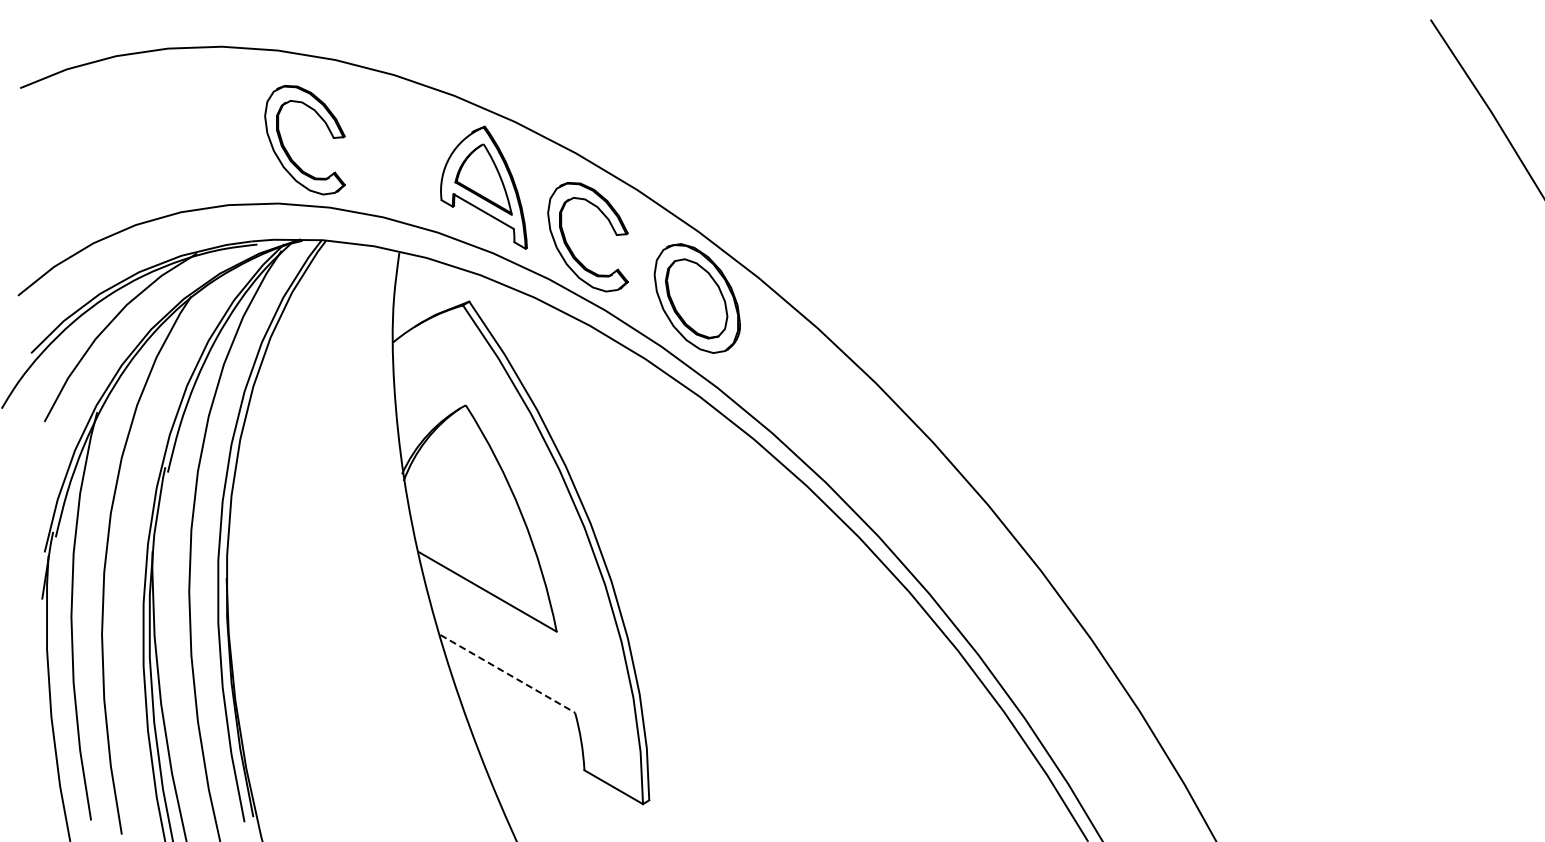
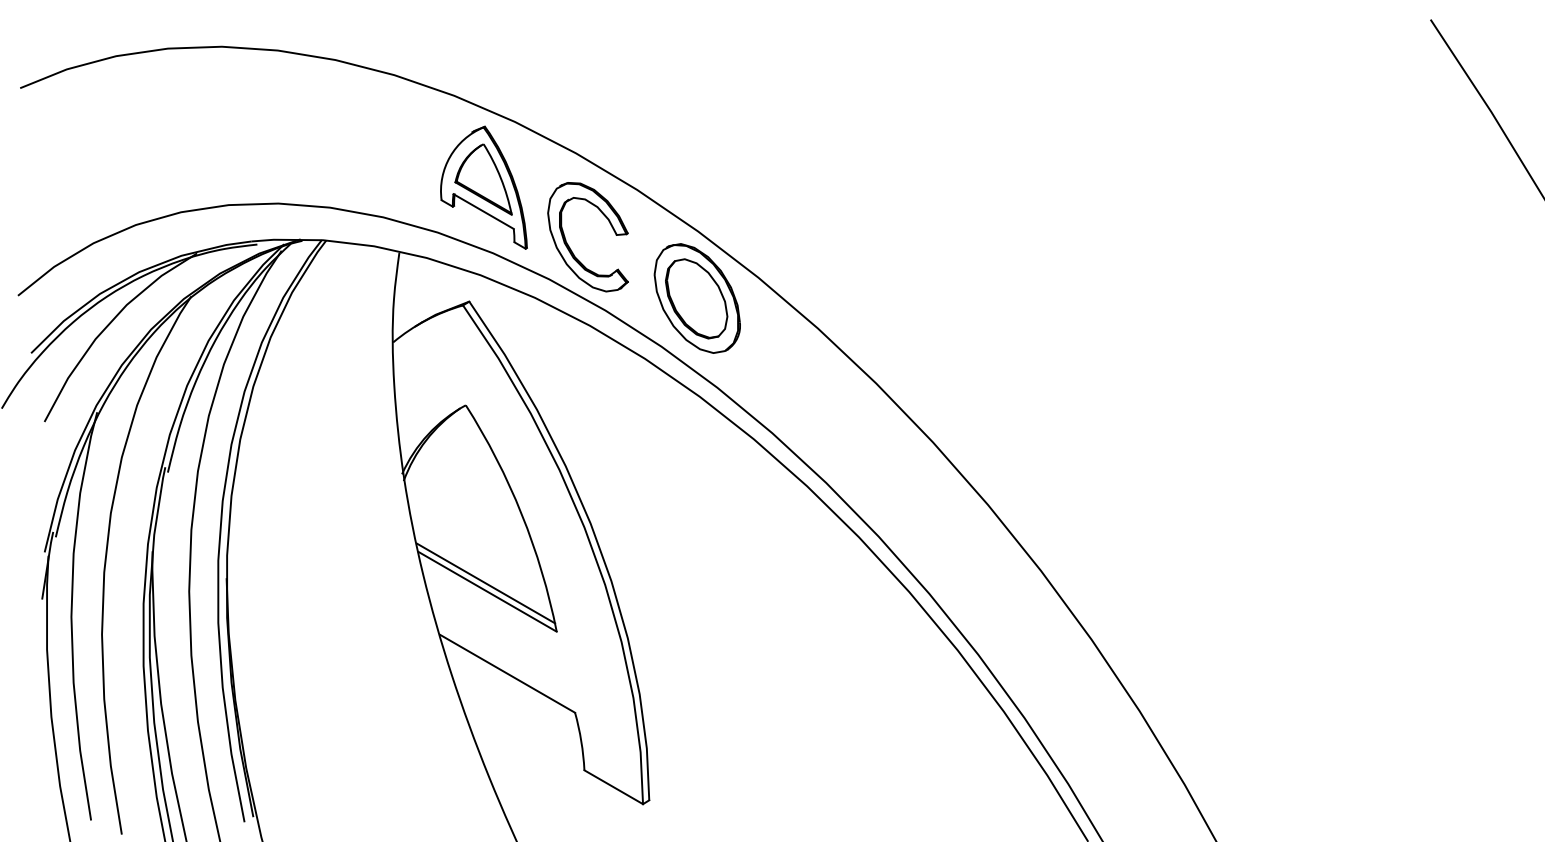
part at (287, 150): present -> none
line at (486, 583): none -> present
line at (507, 673): dashed -> solid
